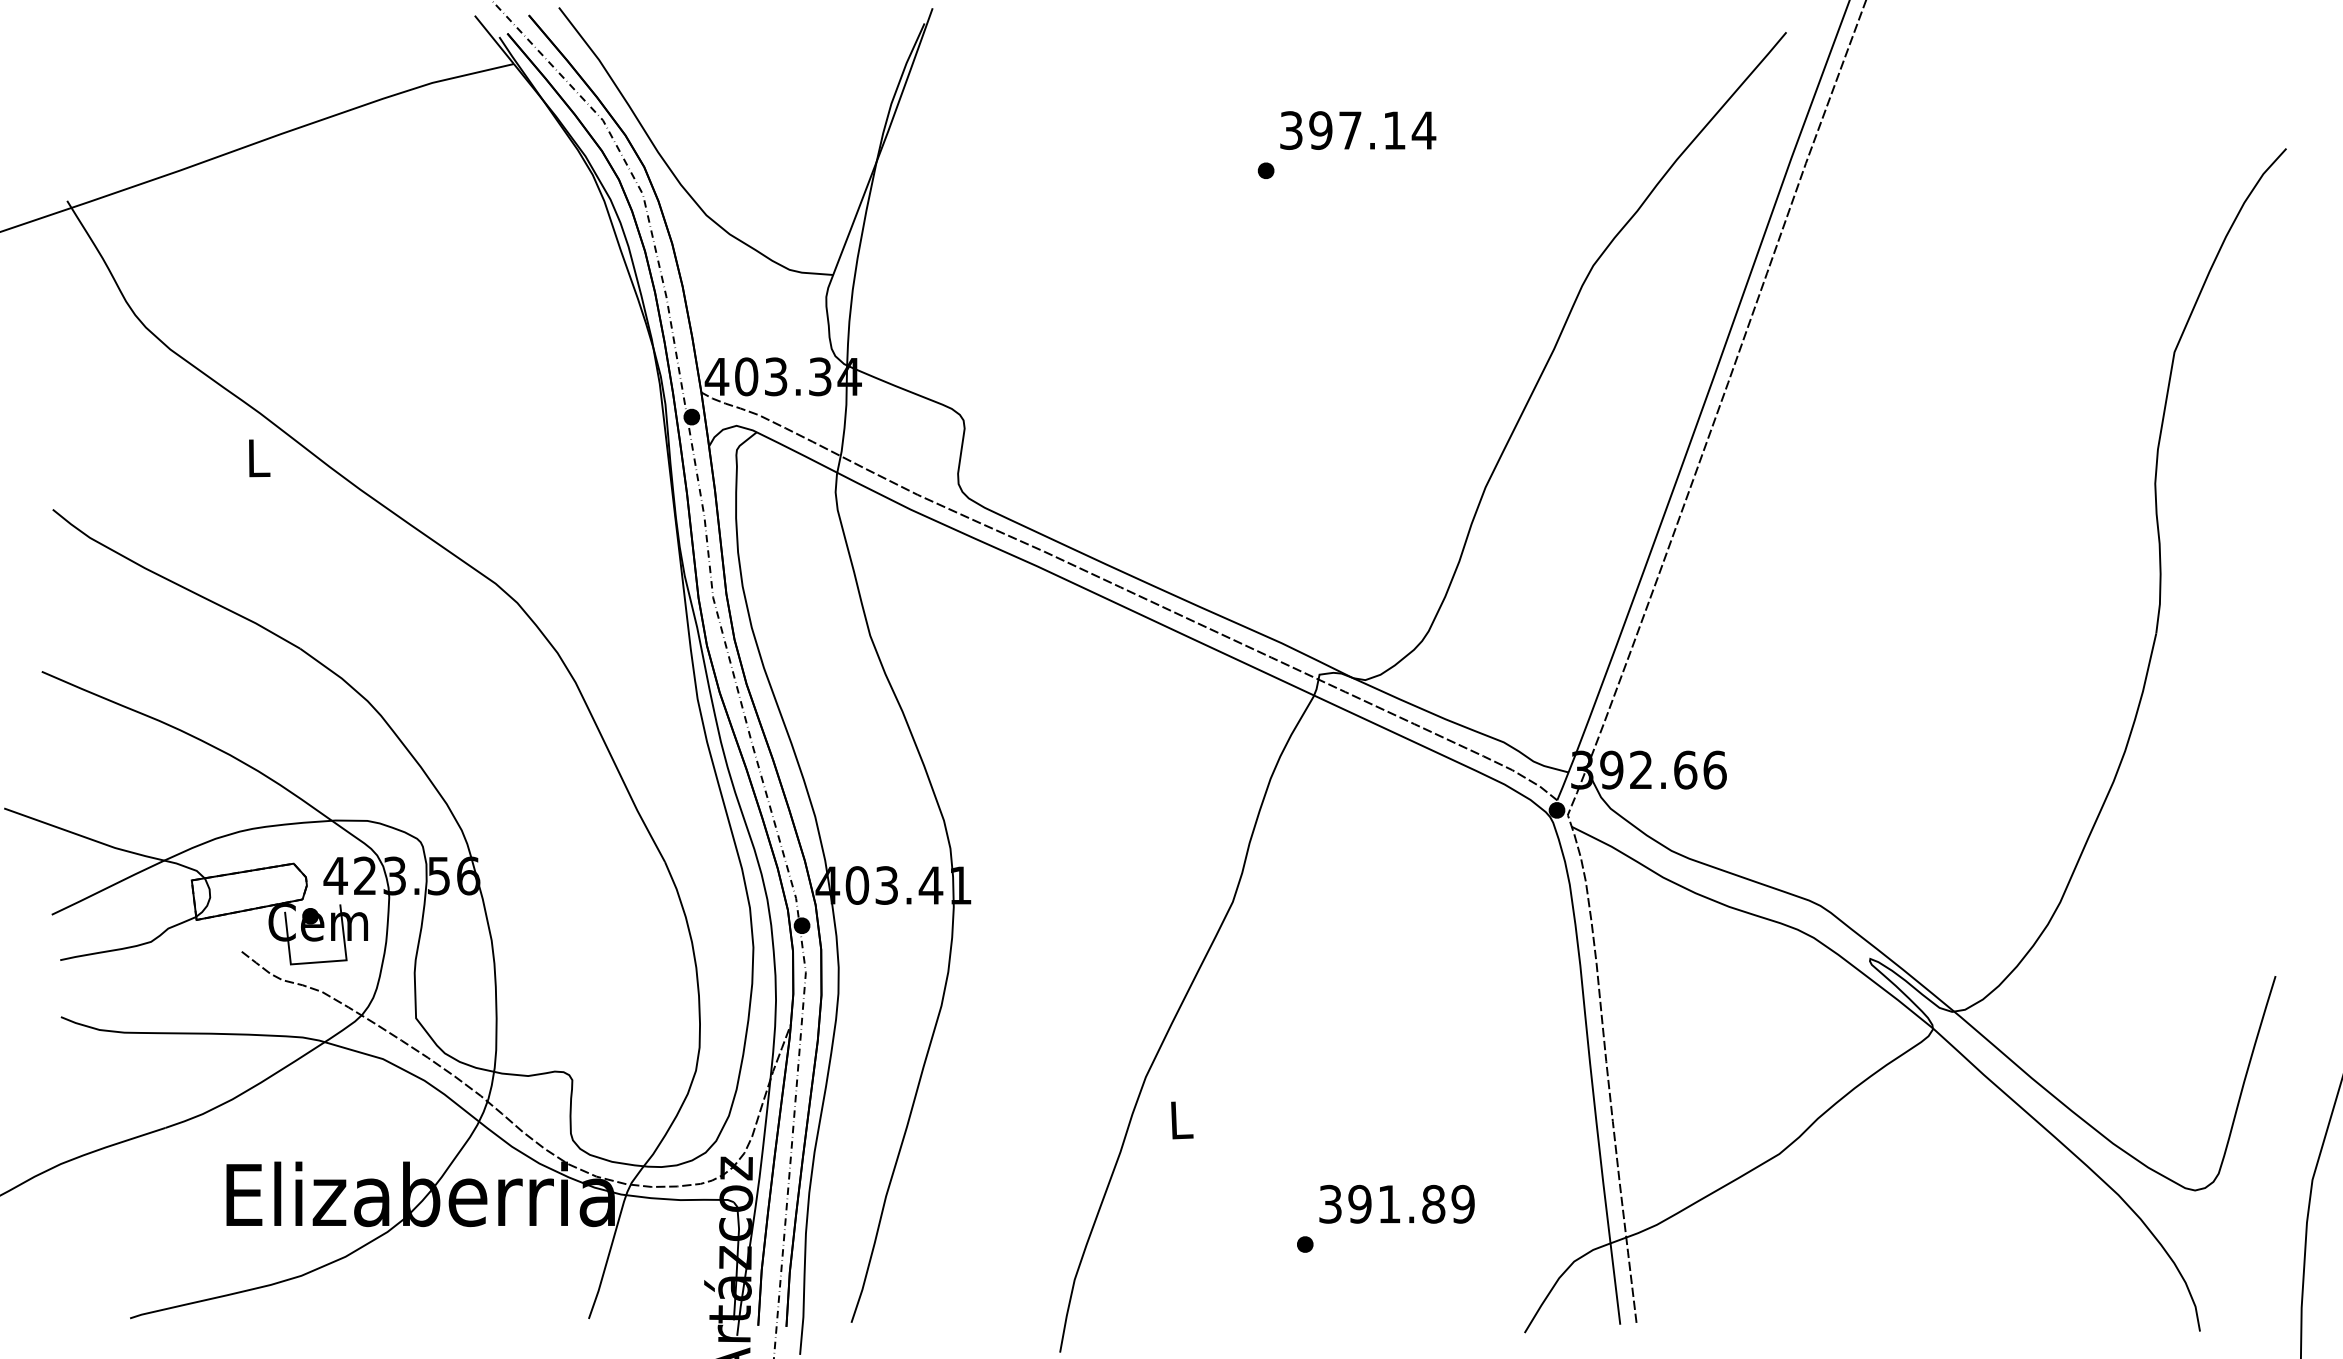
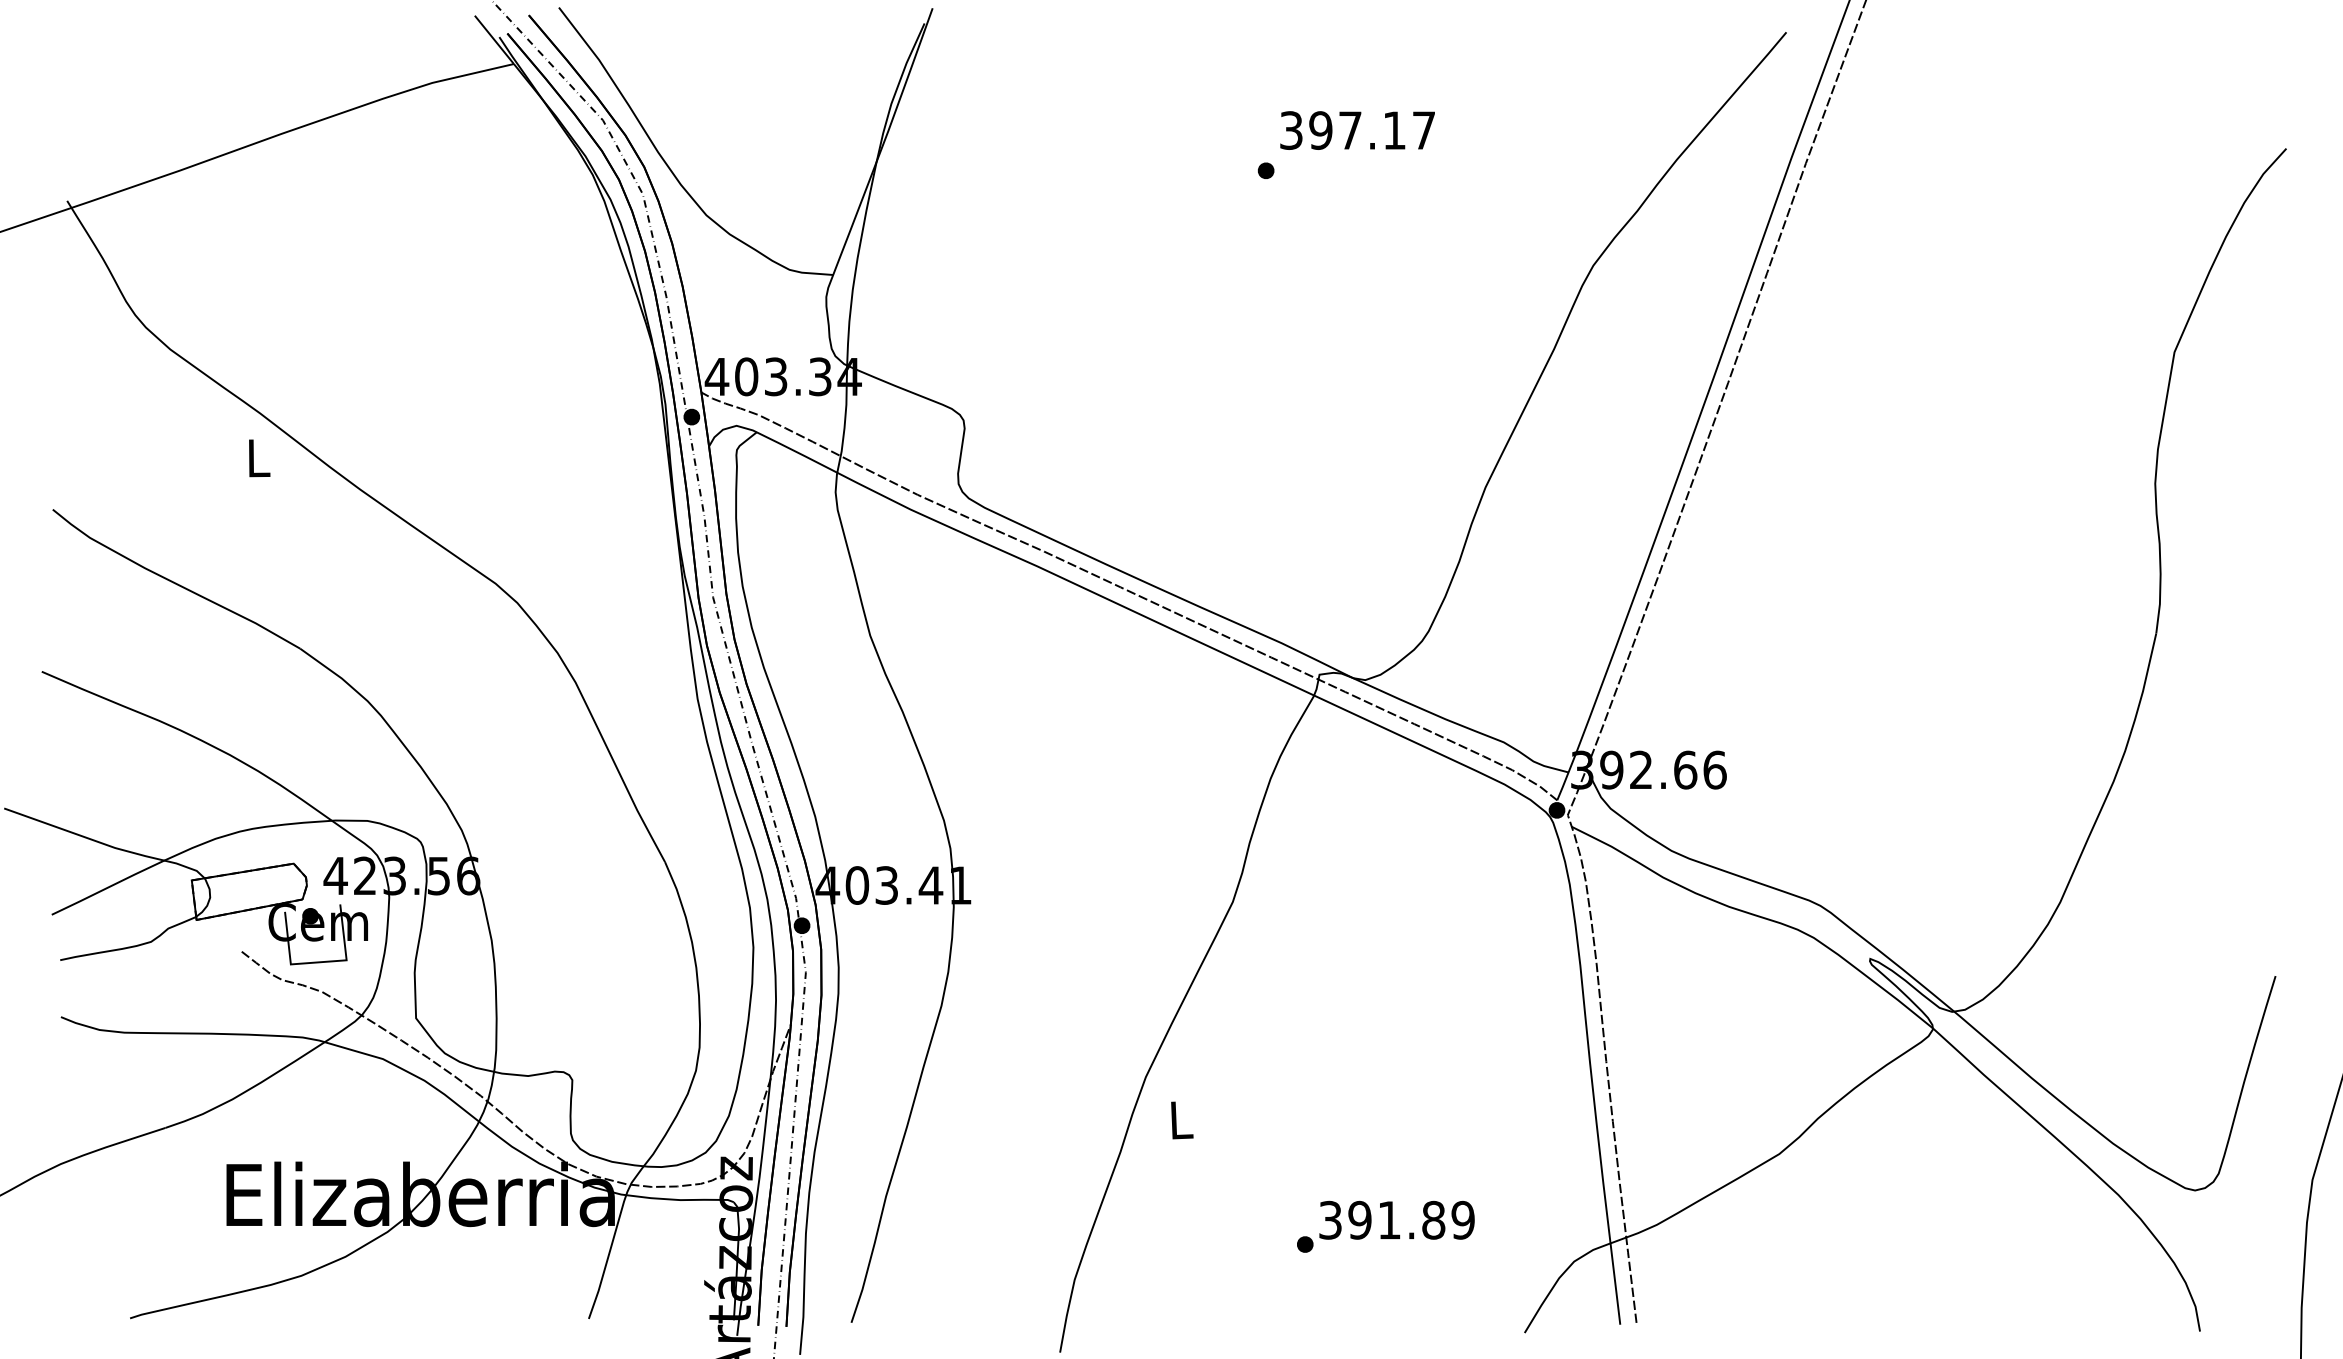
text at (1423, 130): 397.14 -> 397.17
text at (1396, 1203) position: (1396, 1203) -> (1396, 1219)
